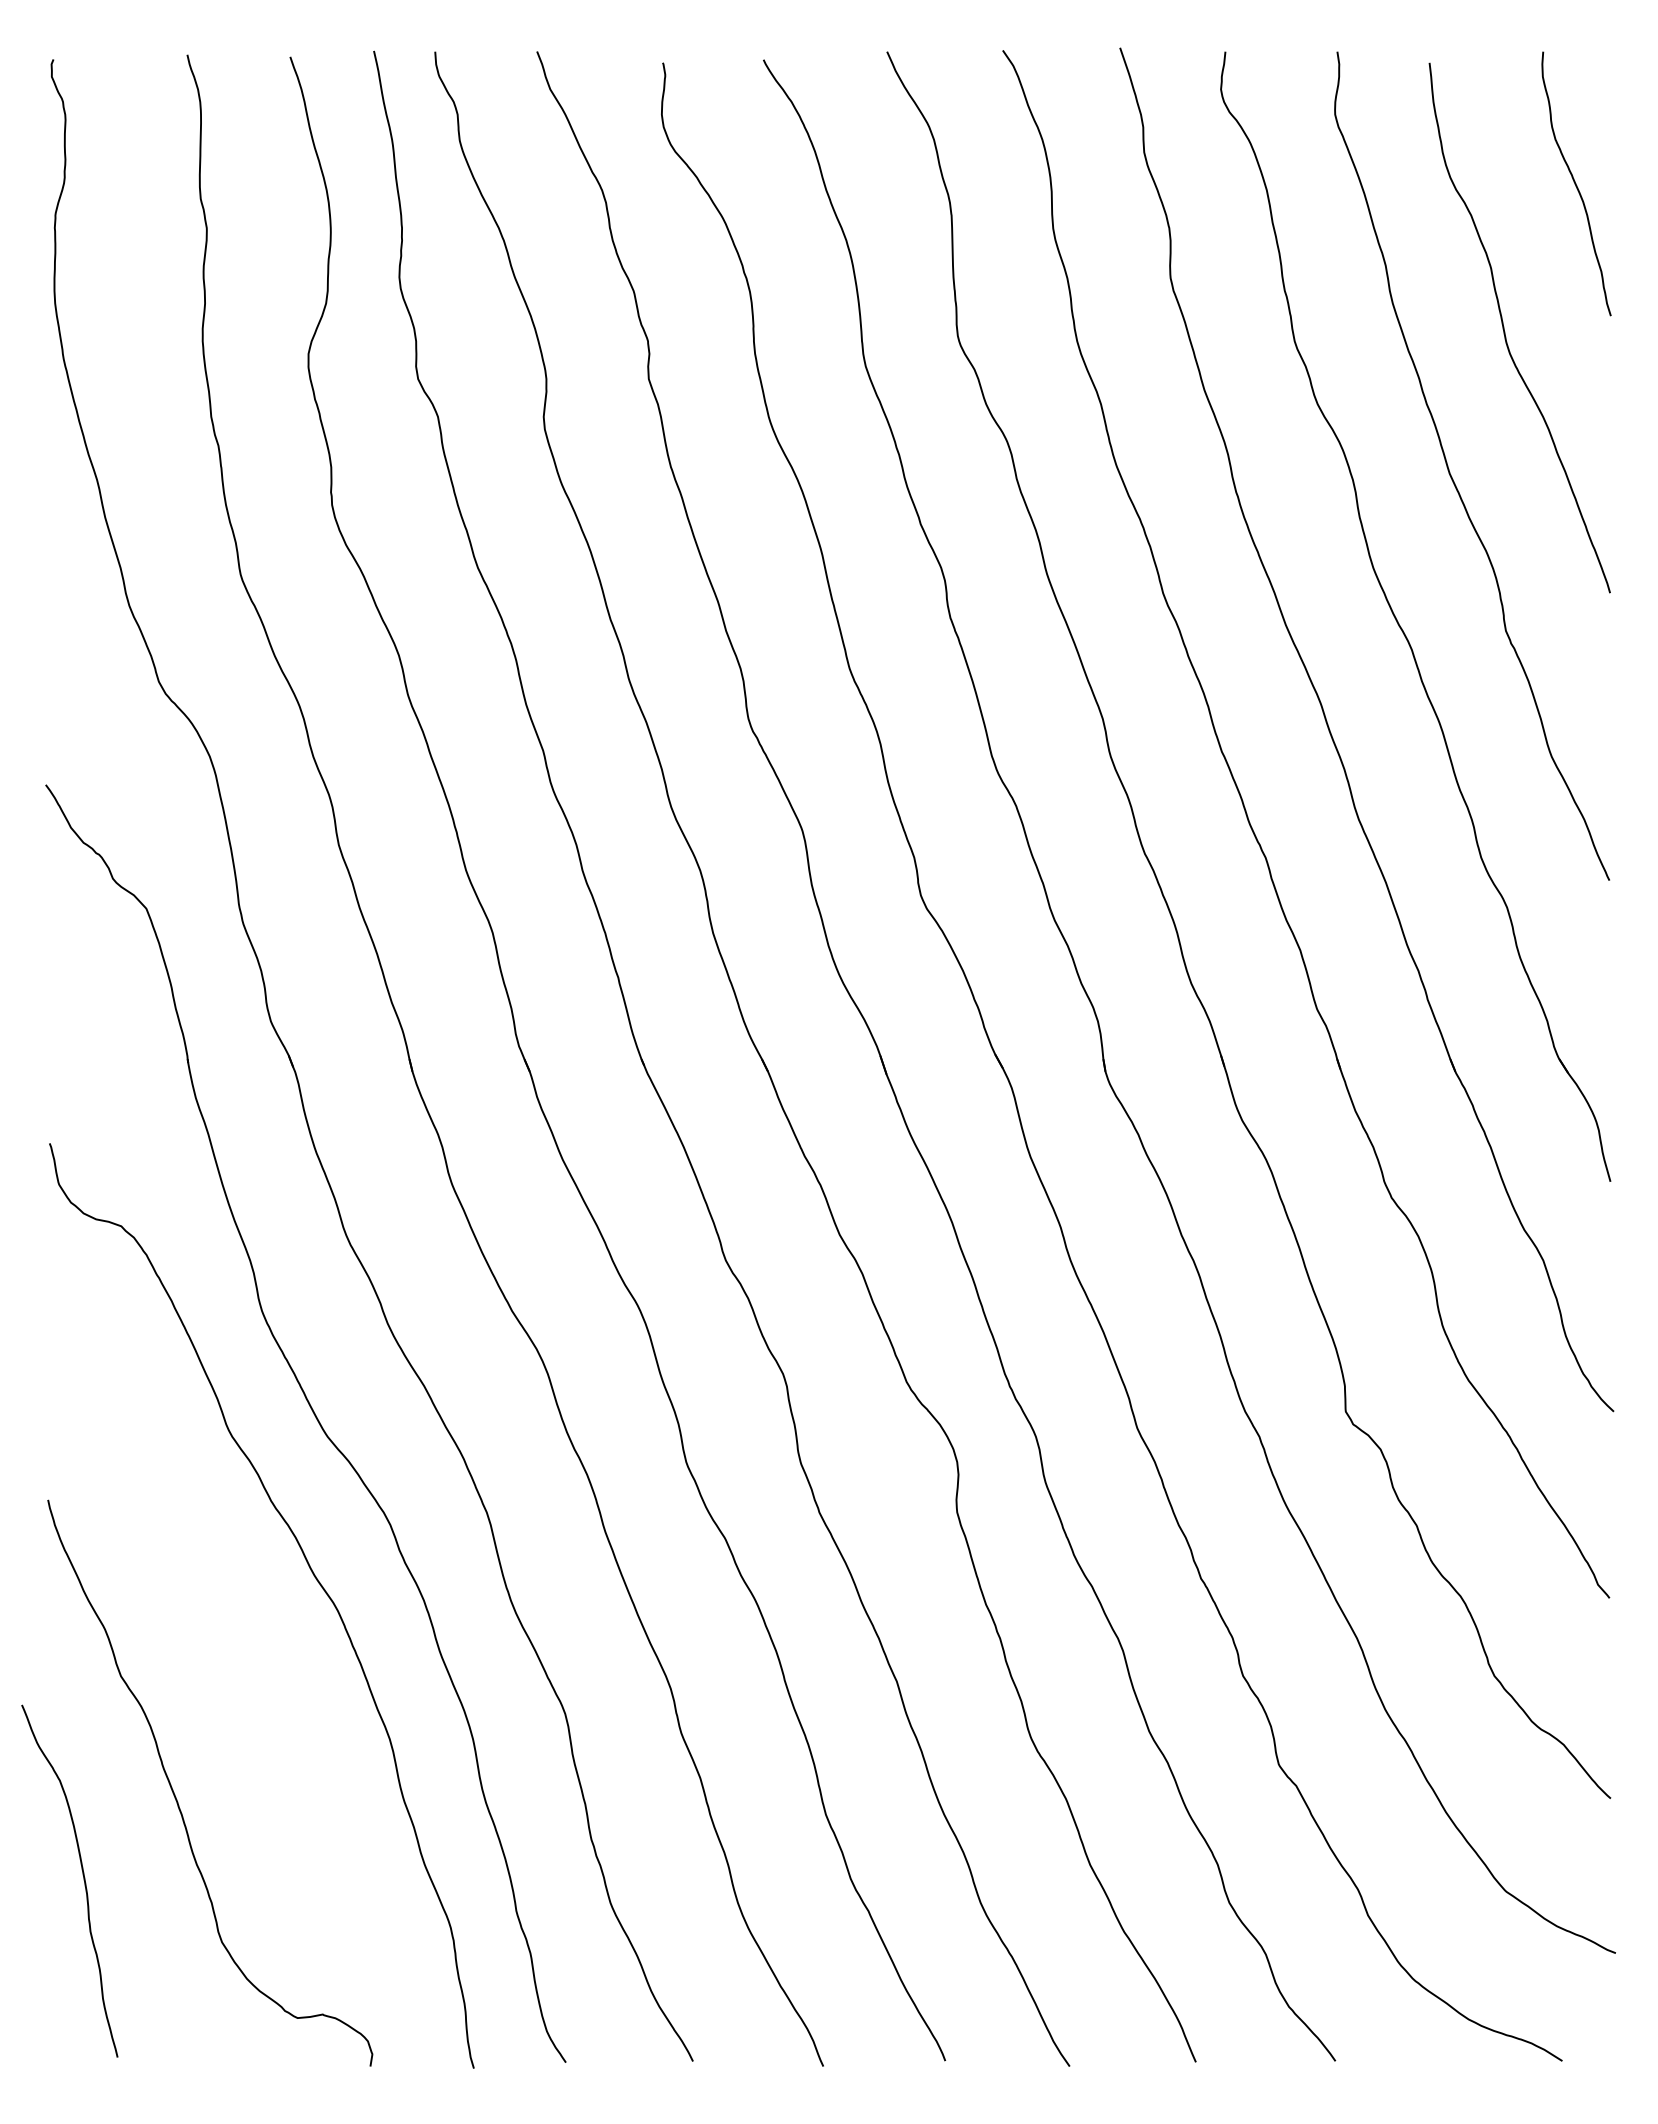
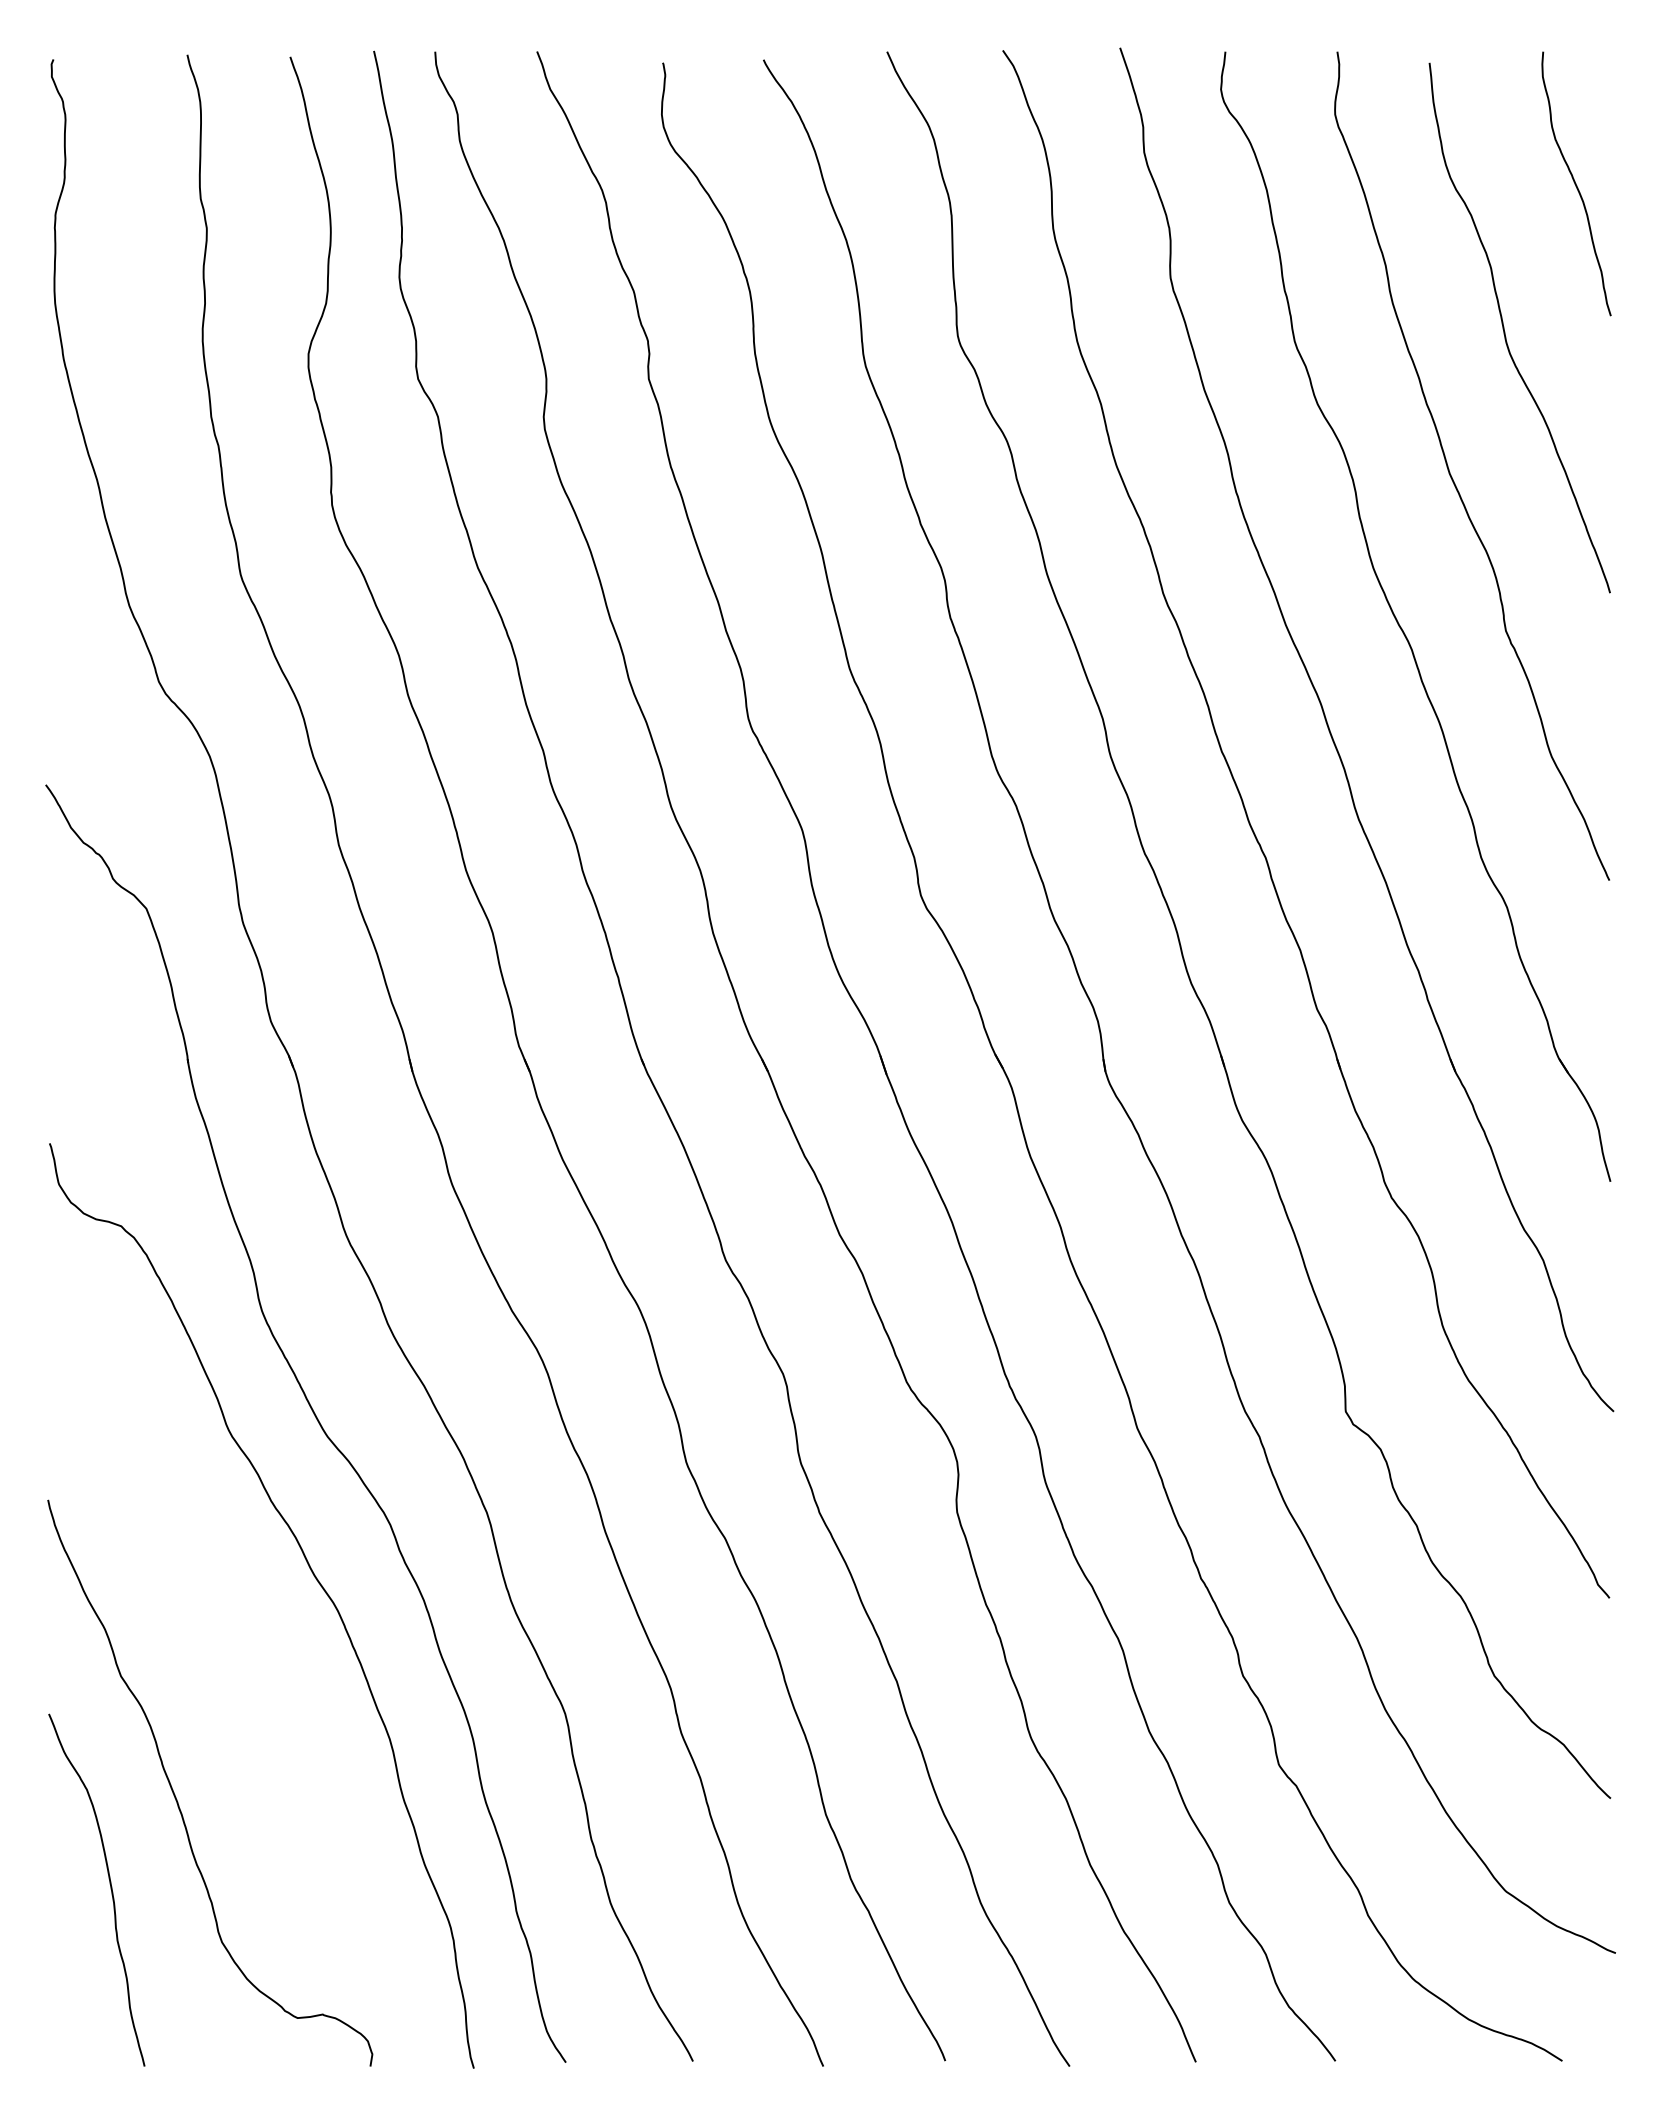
curve at (82, 1875) position: (82, 1875) -> (109, 1884)
